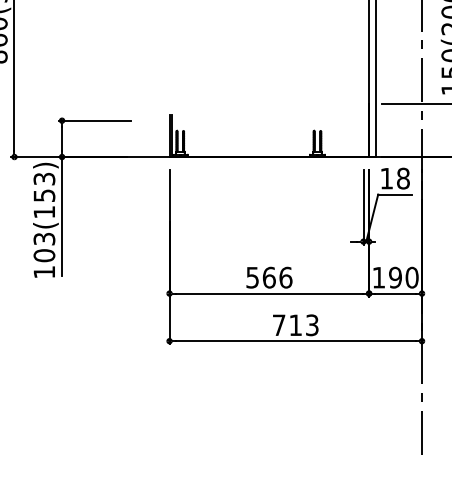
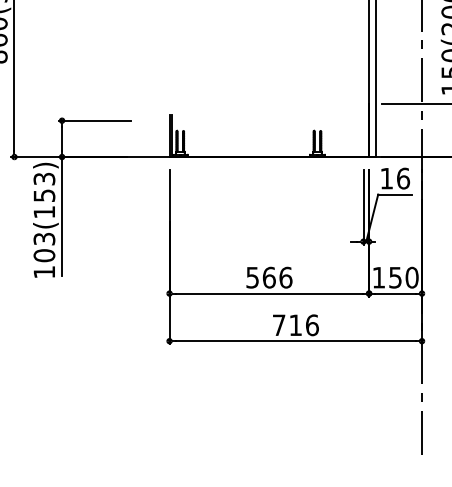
text at (403, 178): 18 -> 16
text at (395, 277): 190 -> 150
text at (312, 325): 713 -> 716
